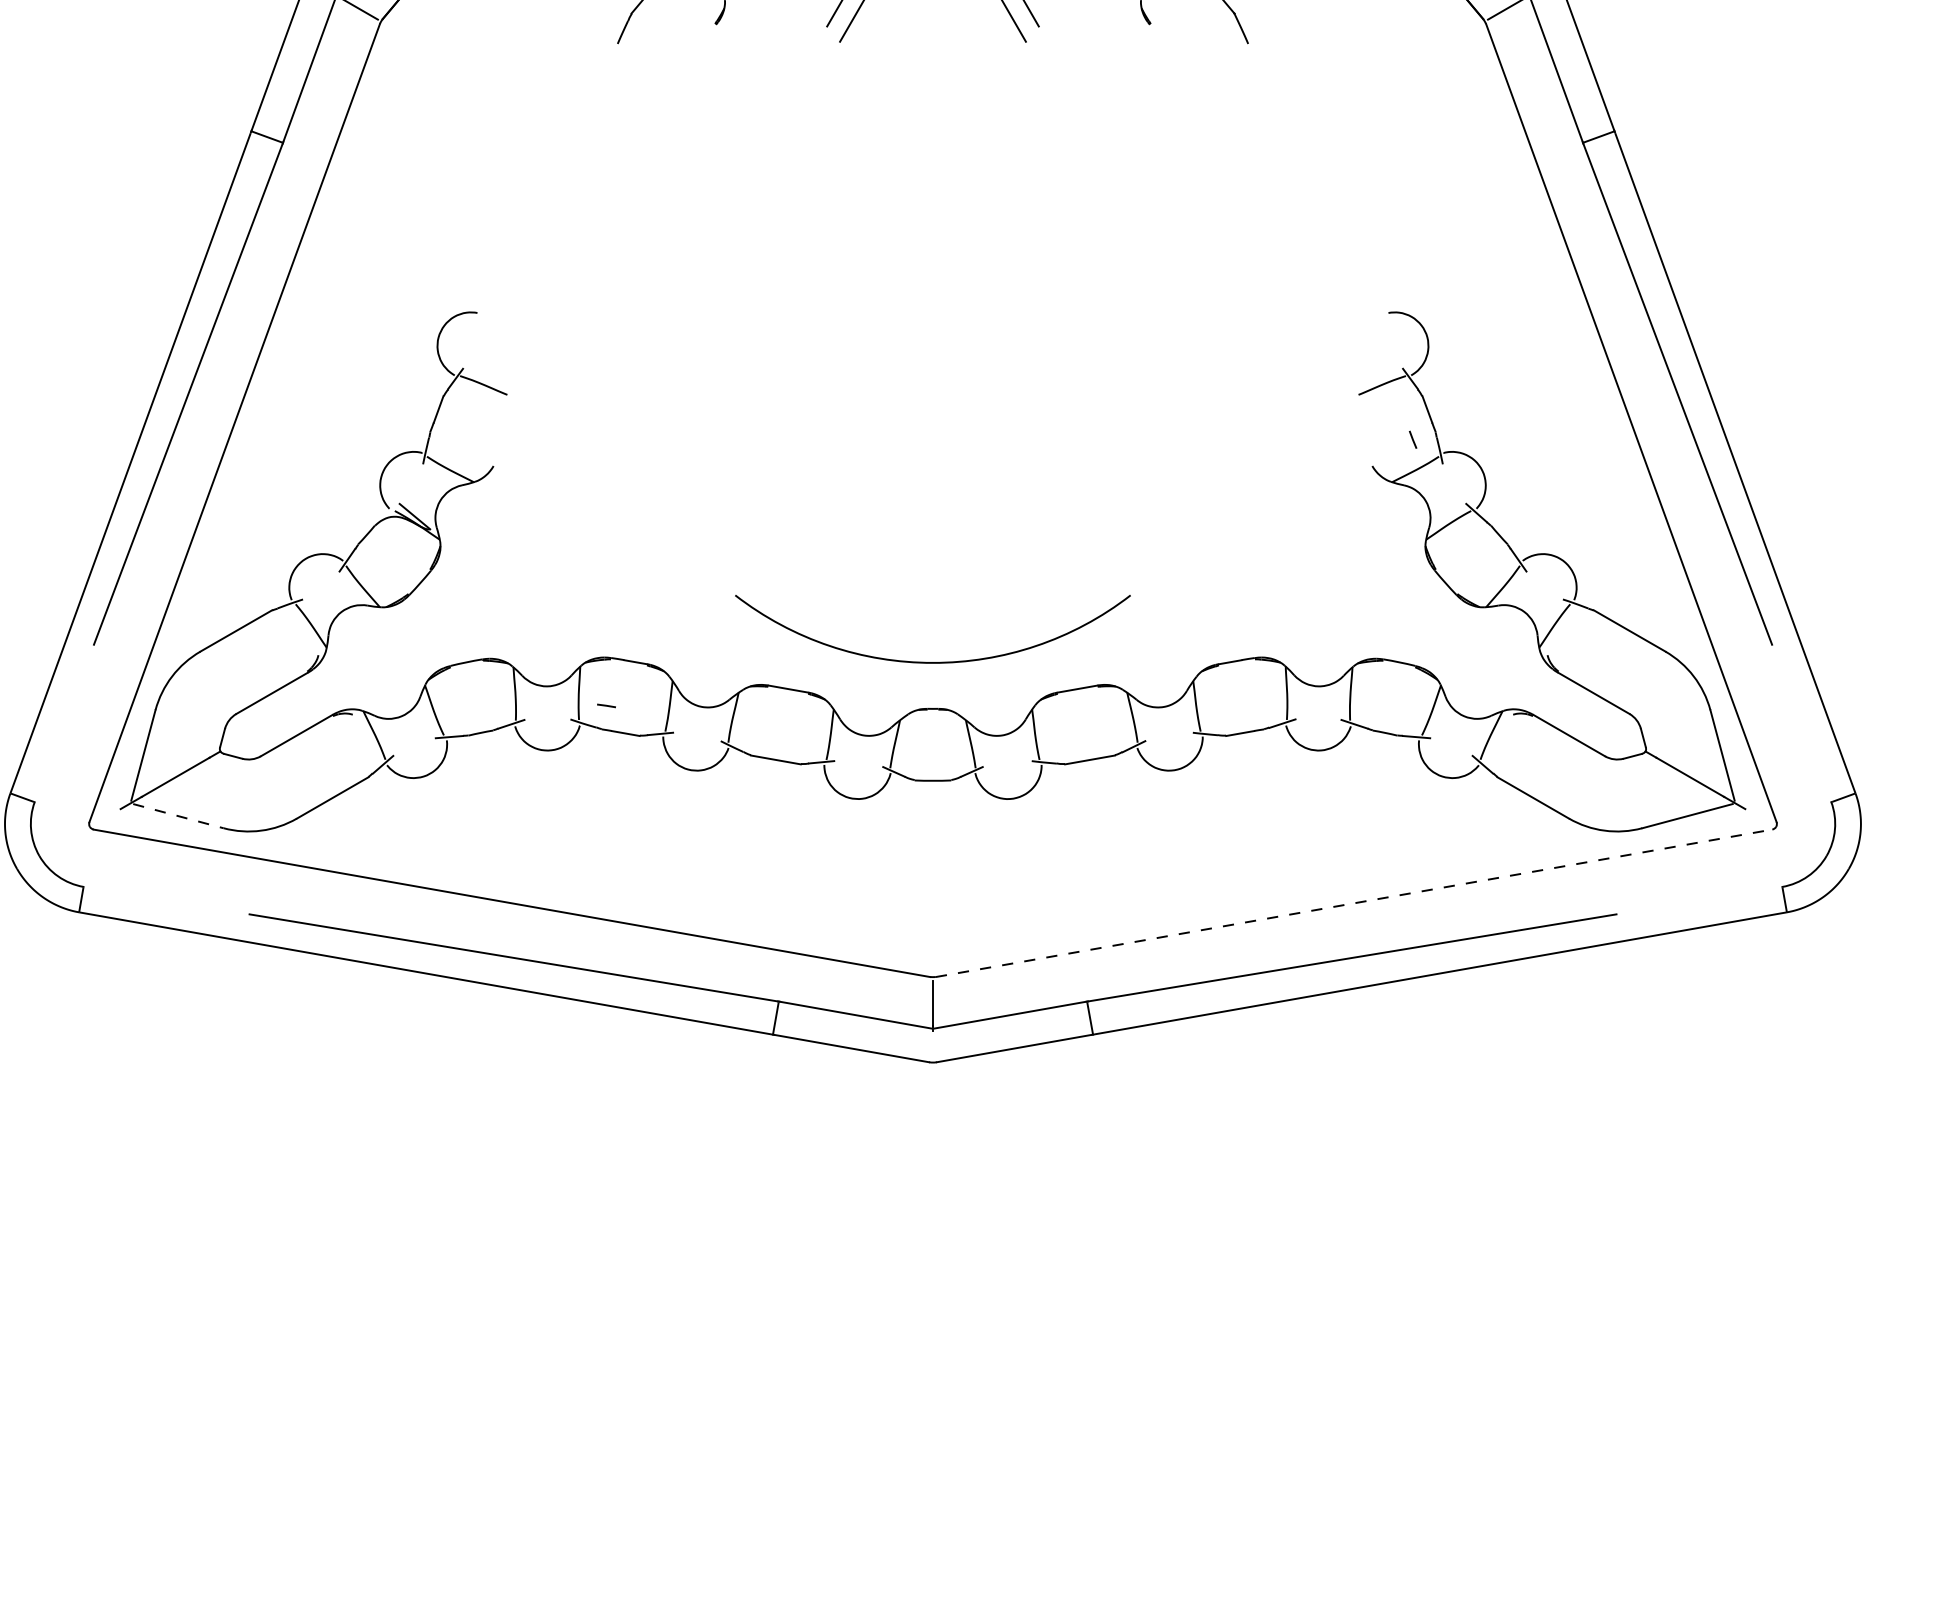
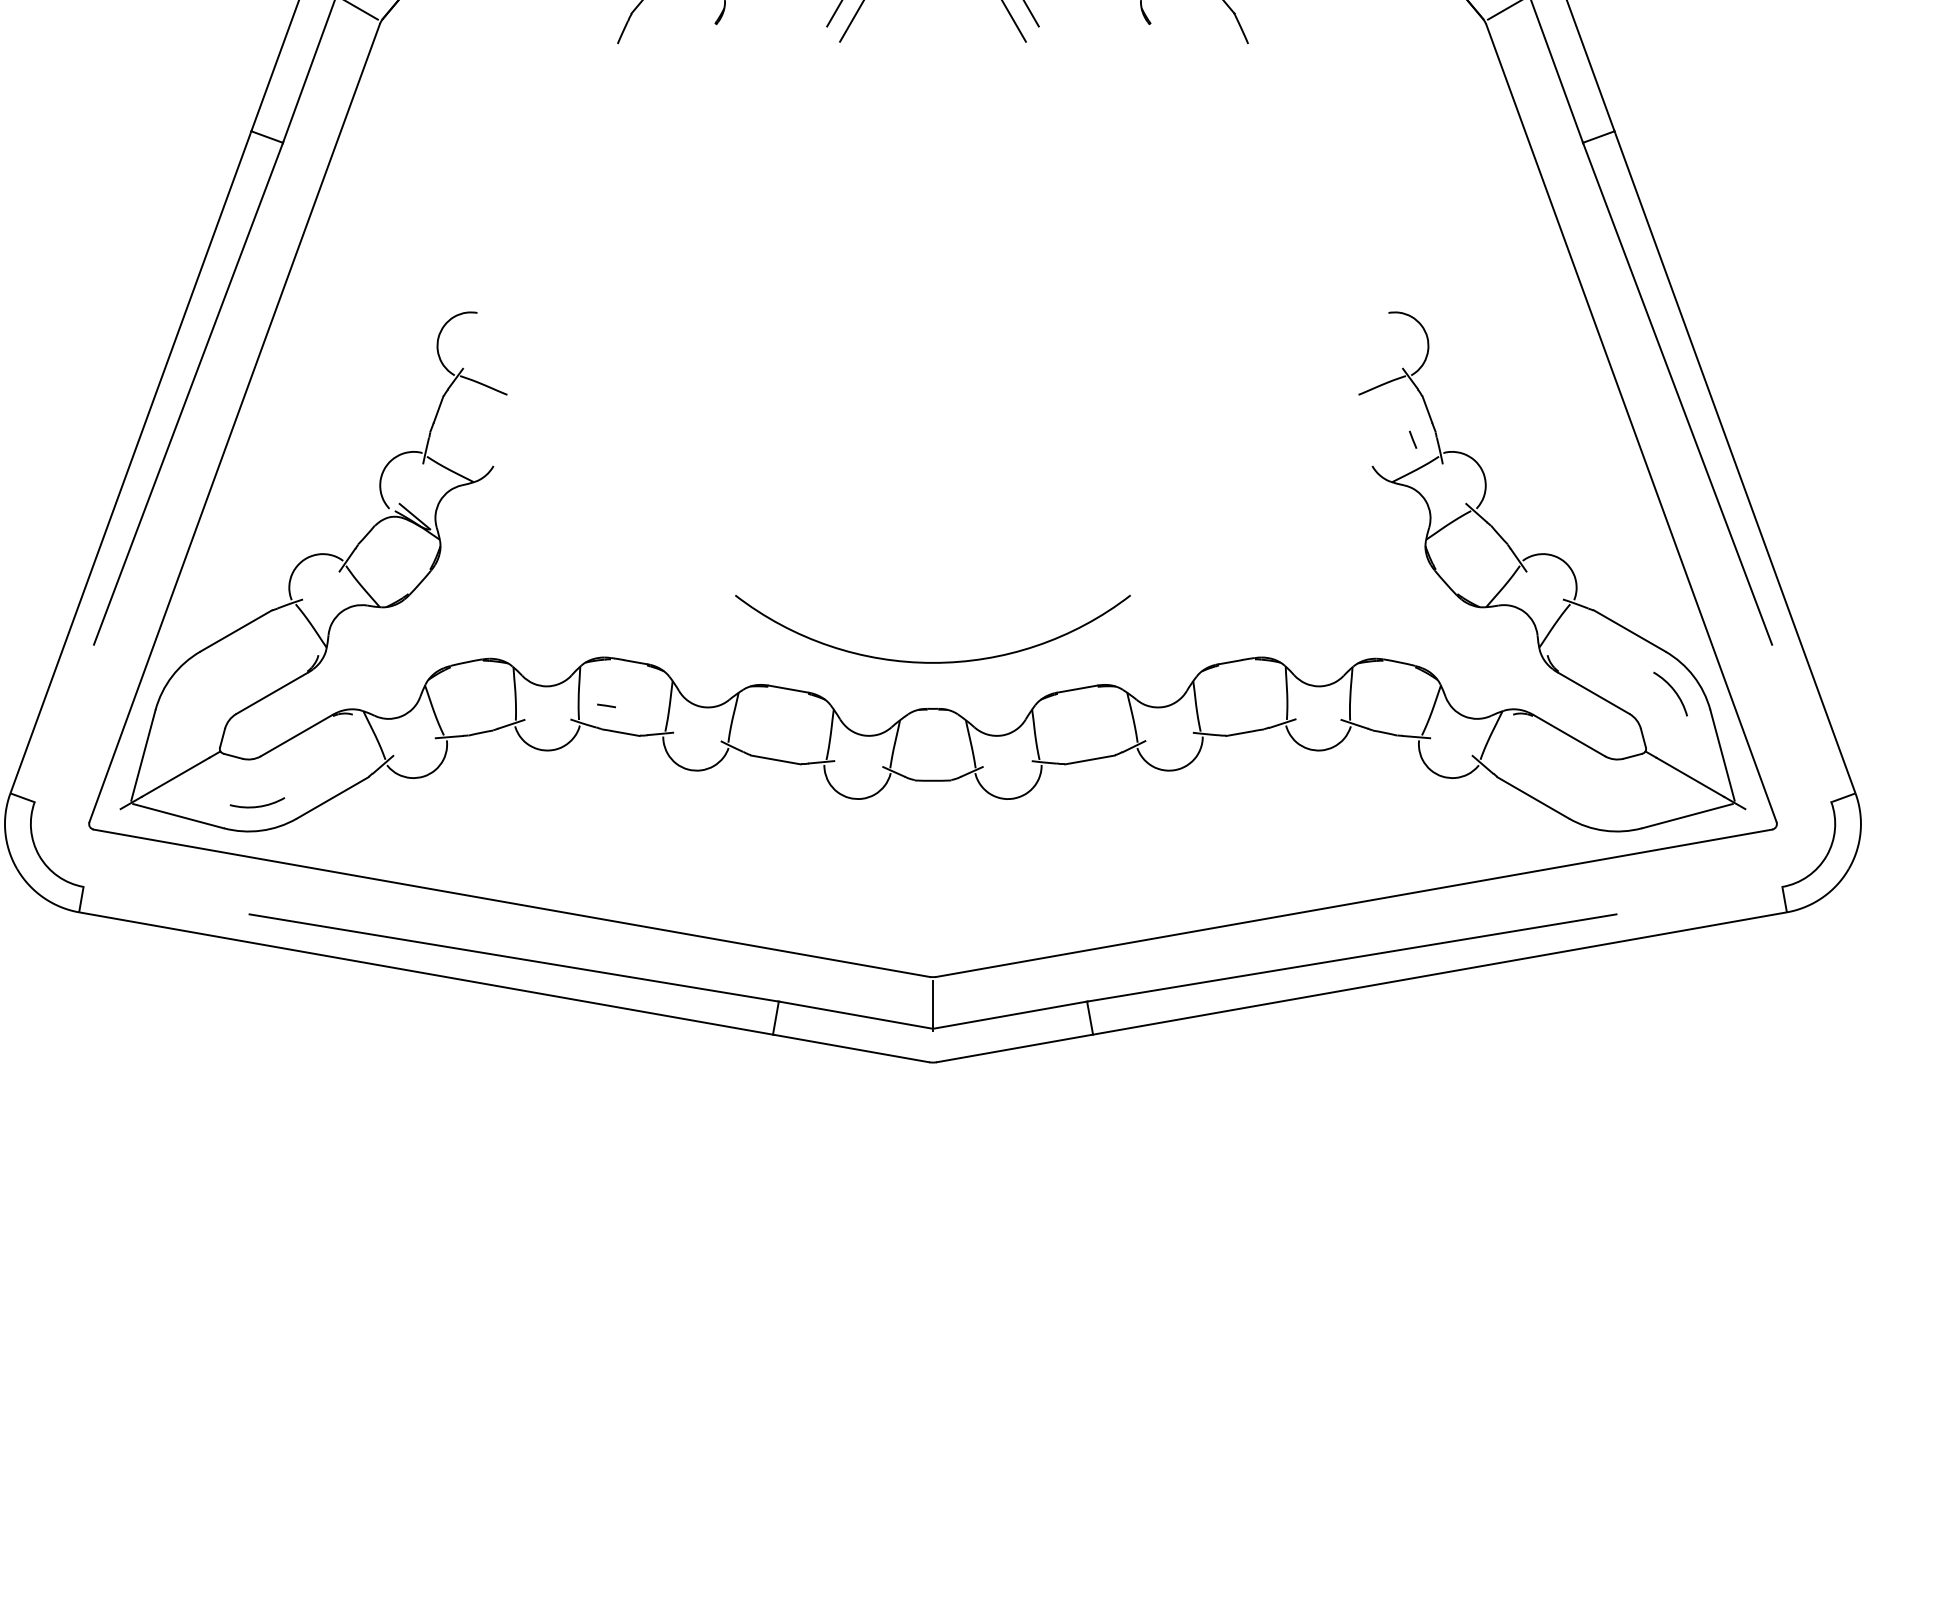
arc at (1673, 691): none -> present
arc at (258, 805): none -> present
line at (178, 816): dashed -> solid
line at (1354, 903): dashed -> solid
